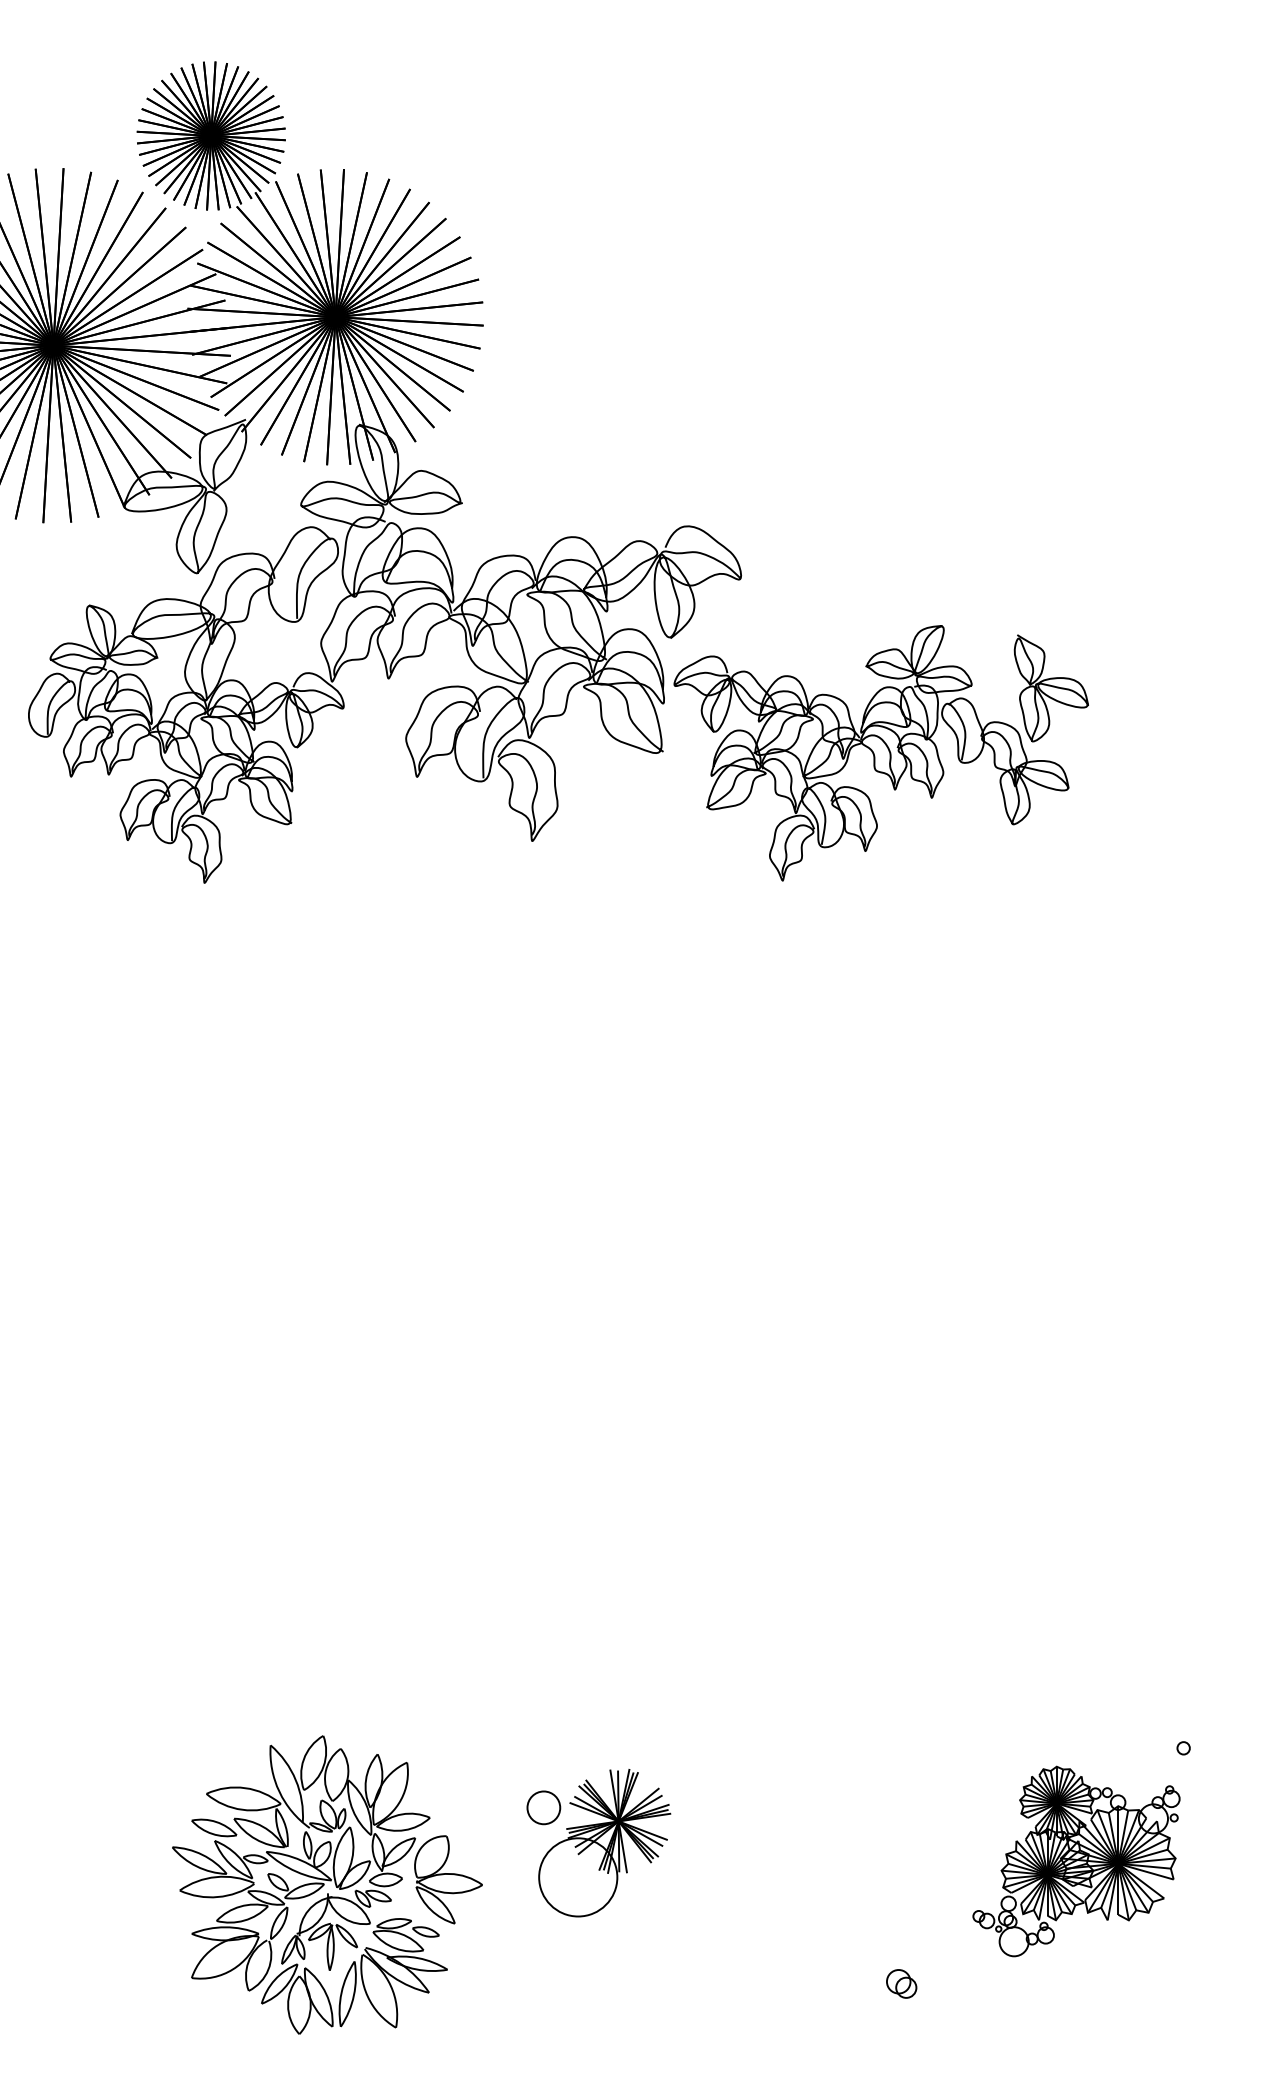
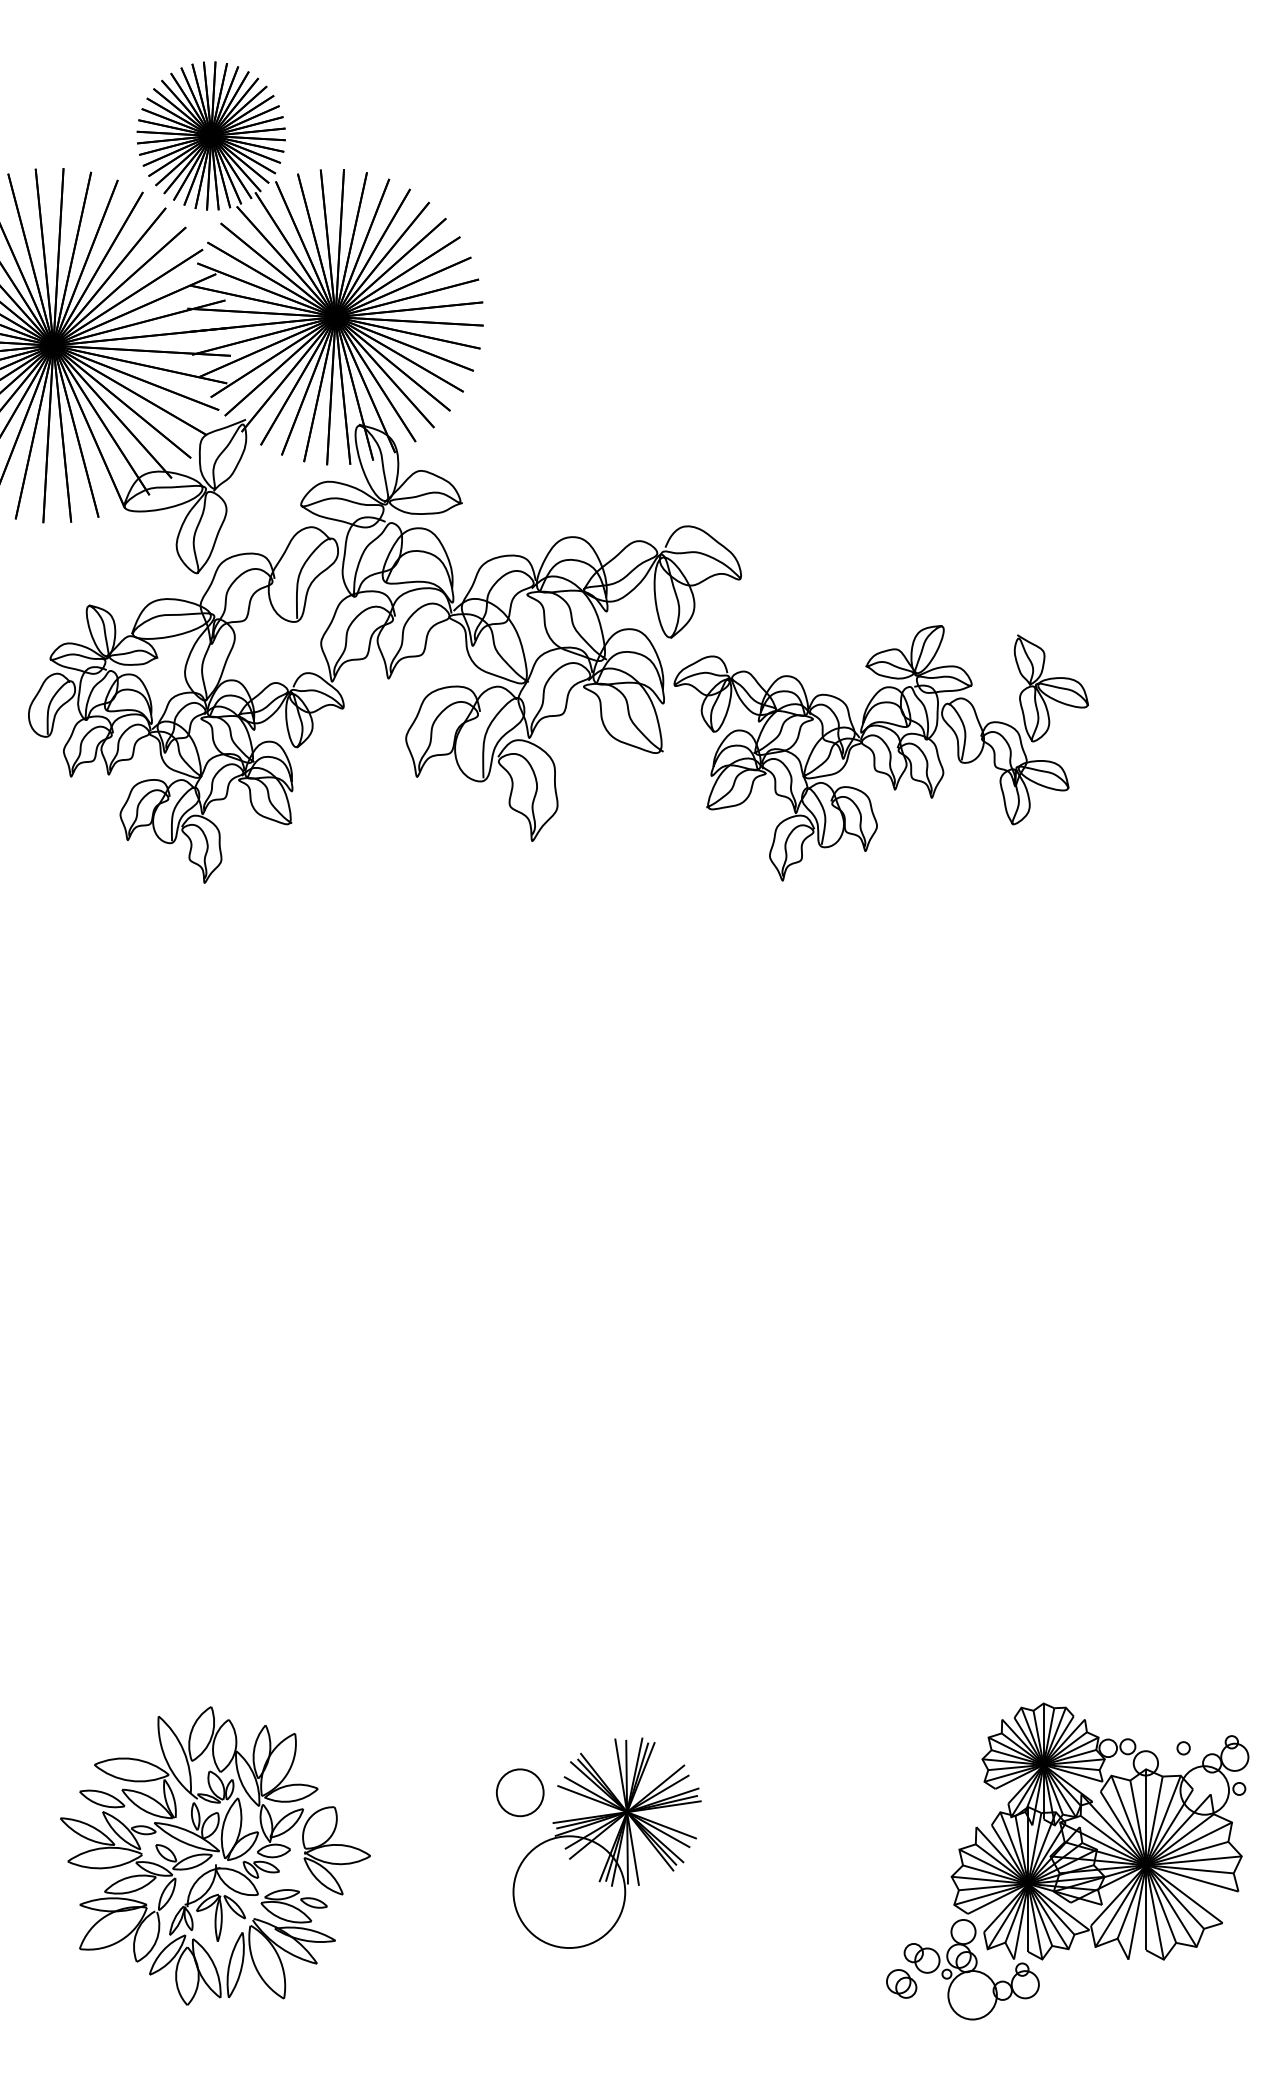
part at (598, 1843) size: 146x149 px -> 206x212 px
part at (1076, 1861) size: 209x193 px -> 347x319 px
part at (327, 1884) position: (327, 1884) -> (215, 1855)
